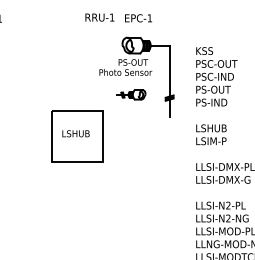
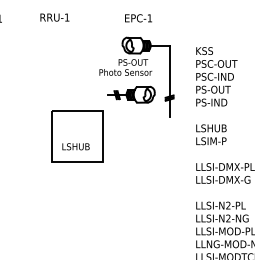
text at (99, 17) position: (99, 17) -> (54, 17)
part at (131, 94) size: 31x12 px -> 49x18 px
text at (75, 133) position: (75, 133) -> (75, 146)
